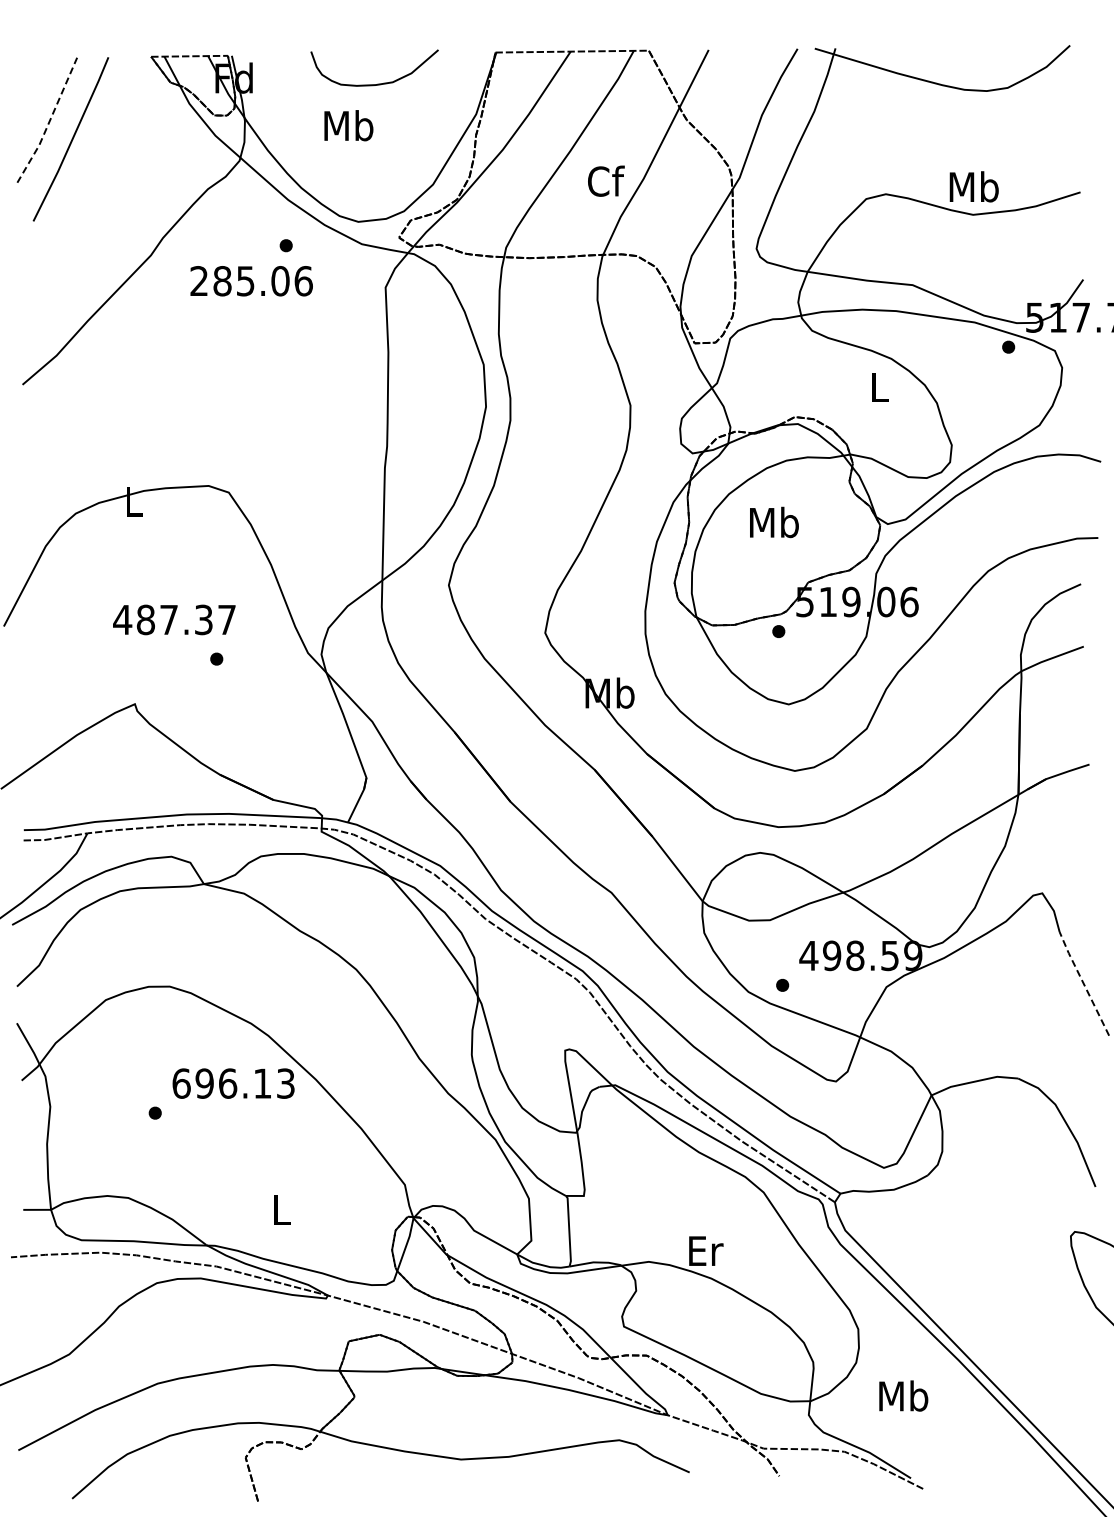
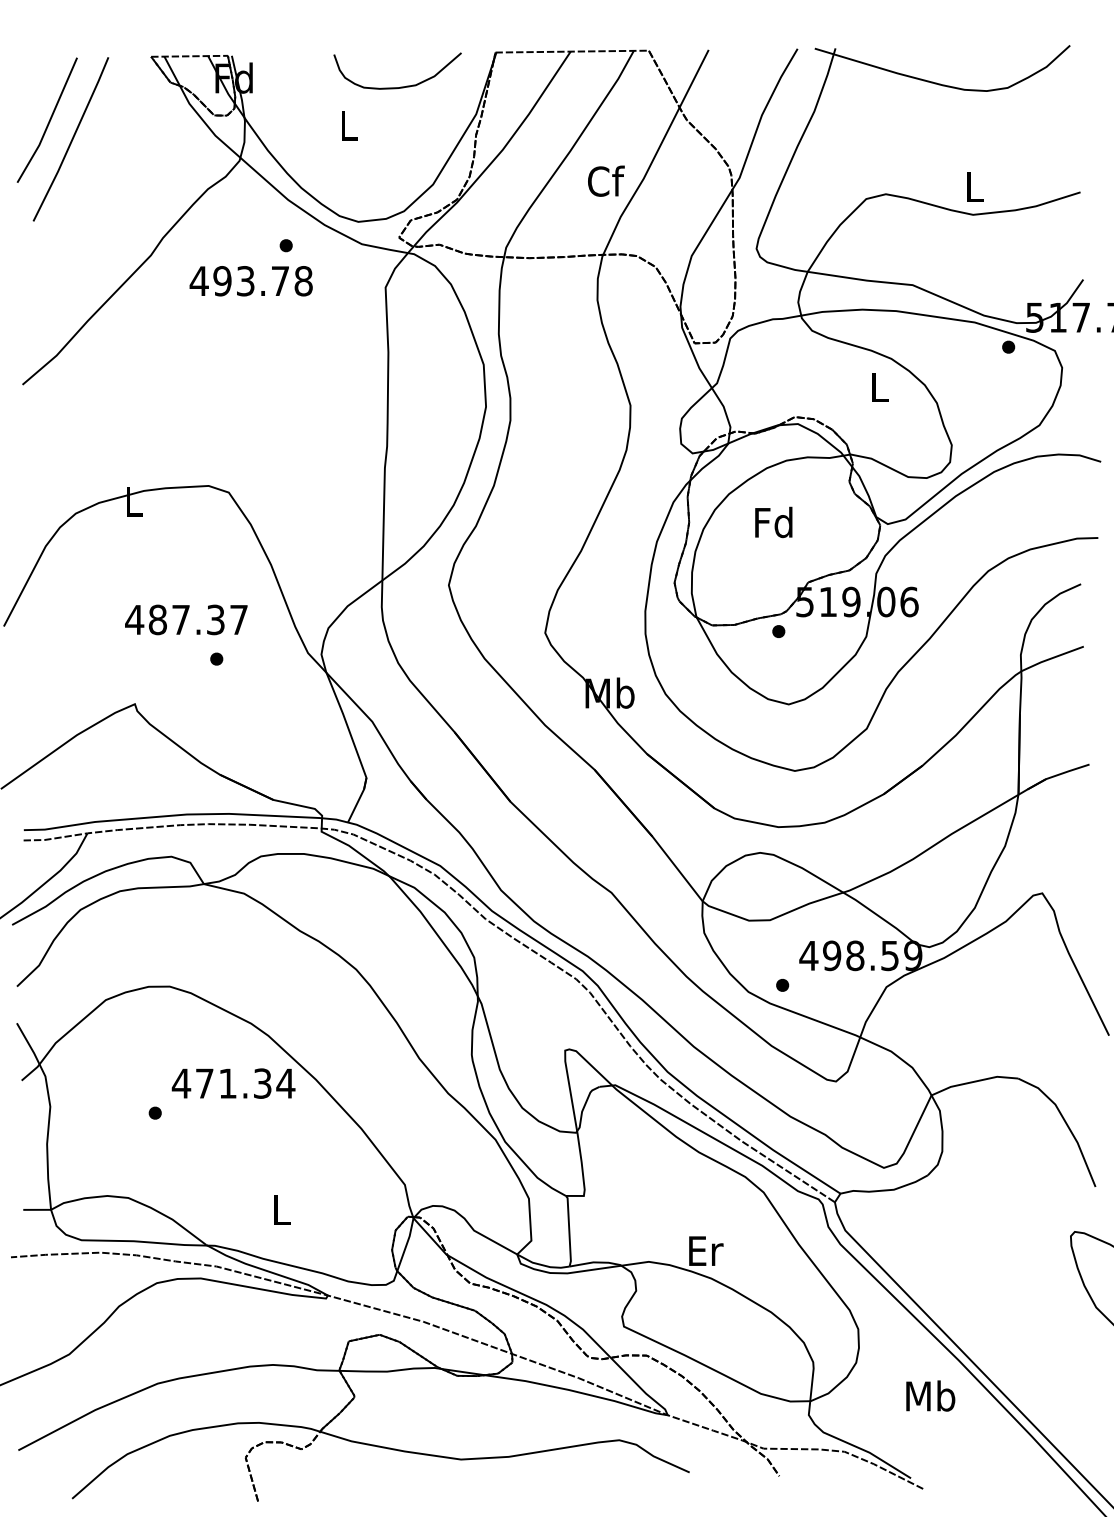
curve at (377, 83) position: (377, 83) -> (400, 86)
line at (49, 121): dashed -> solid
text at (348, 125): Mb -> L
text at (973, 186): Mb -> L
text at (250, 281): 285.06 -> 493.78
text at (774, 522): Mb -> Fd
text at (174, 619) position: (174, 619) -> (186, 619)
line at (1083, 982): dashed -> solid
text at (233, 1083): 696.13 -> 471.34
text at (903, 1395) position: (903, 1395) -> (930, 1395)
